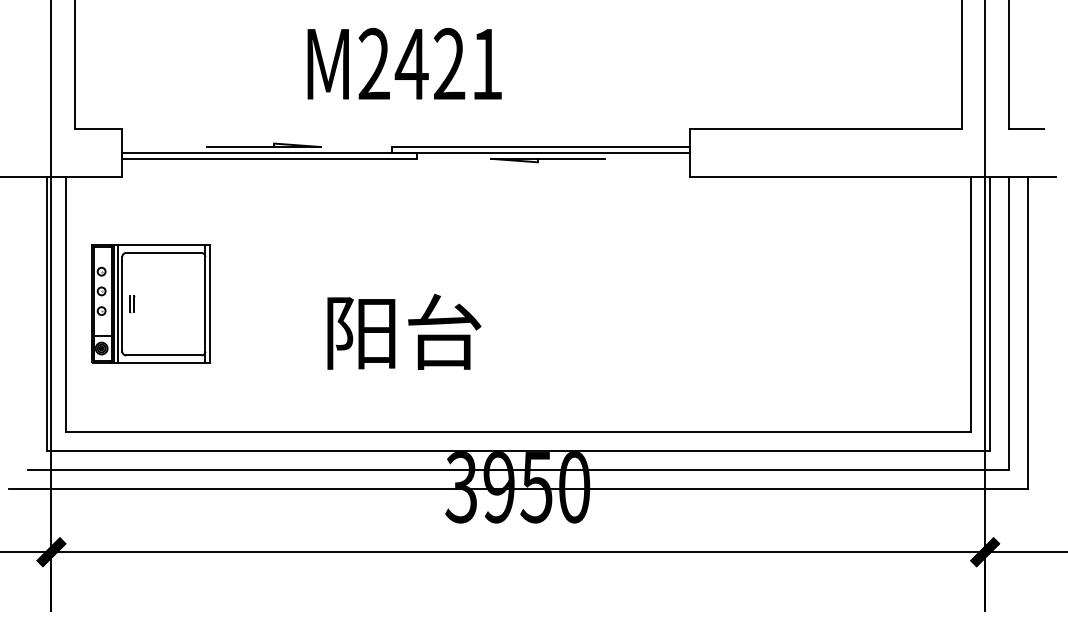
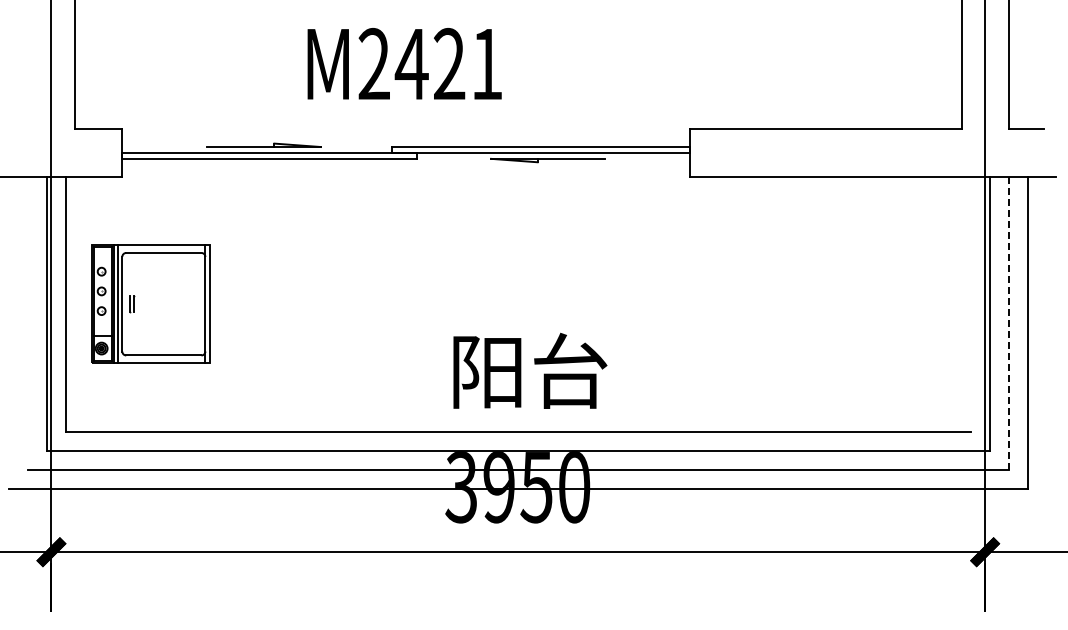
line at (970, 303): present -> none
line at (1008, 323): solid -> dashed
text at (404, 331) position: (404, 331) -> (530, 370)
